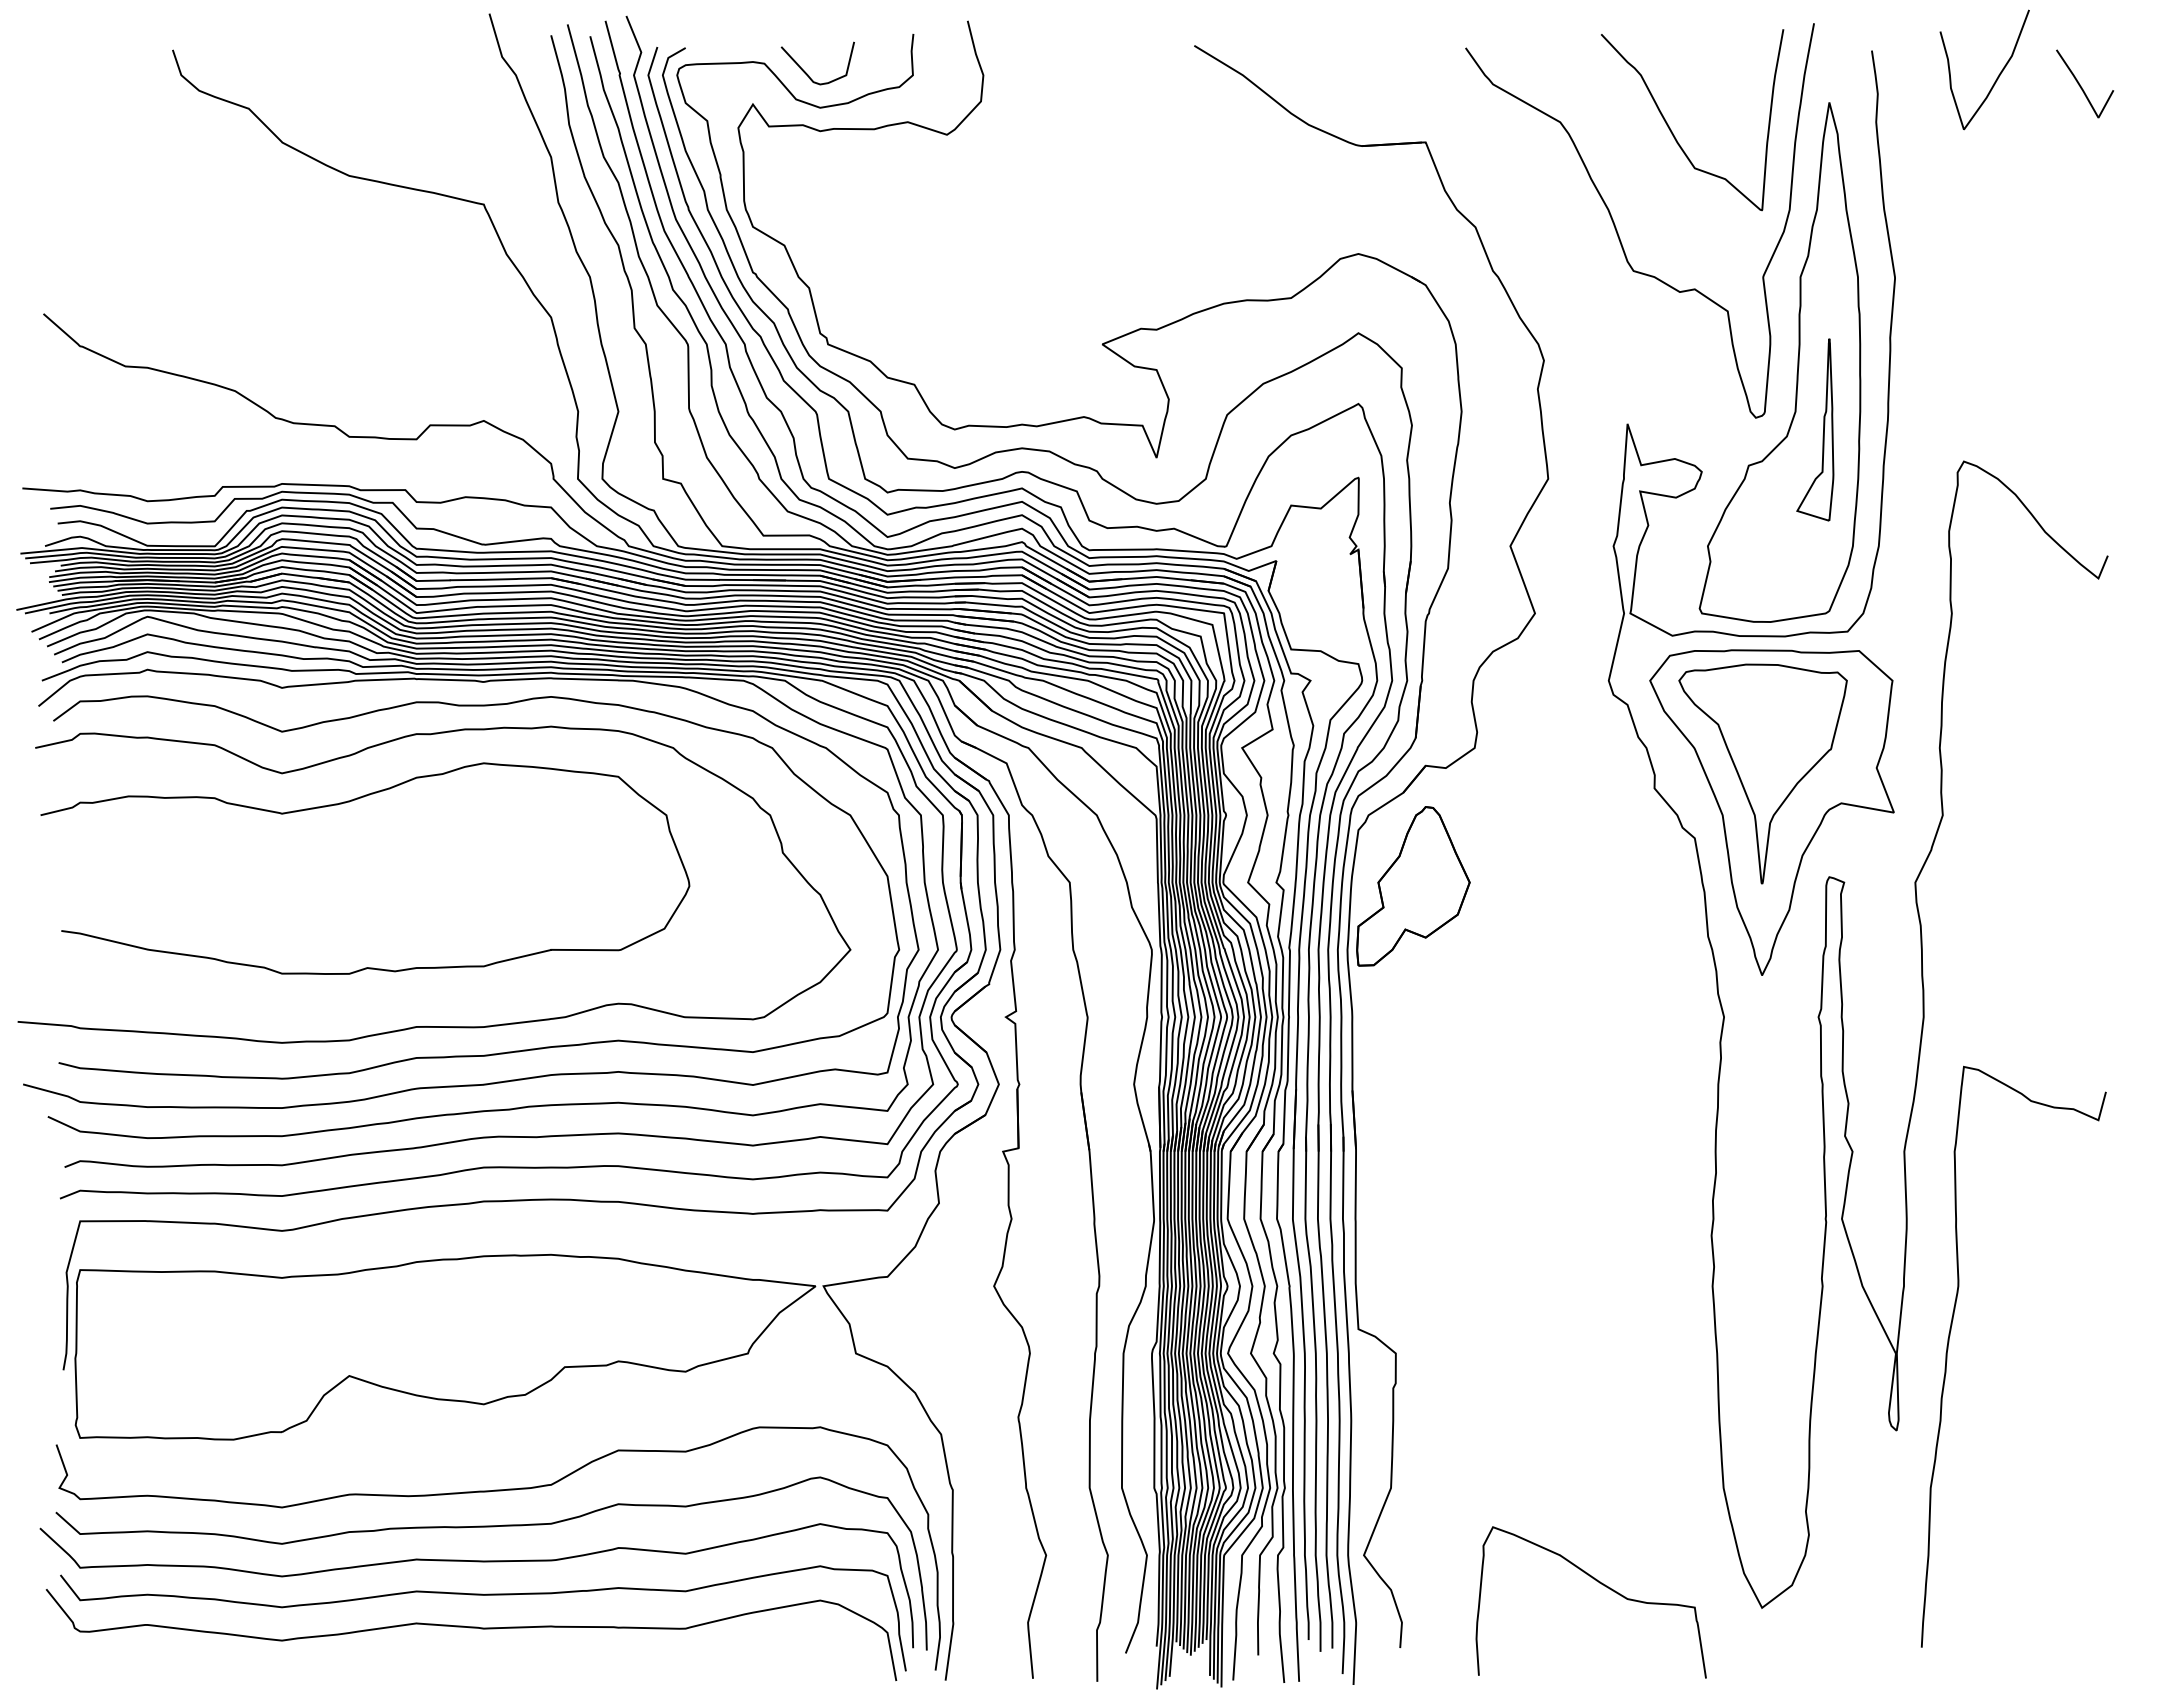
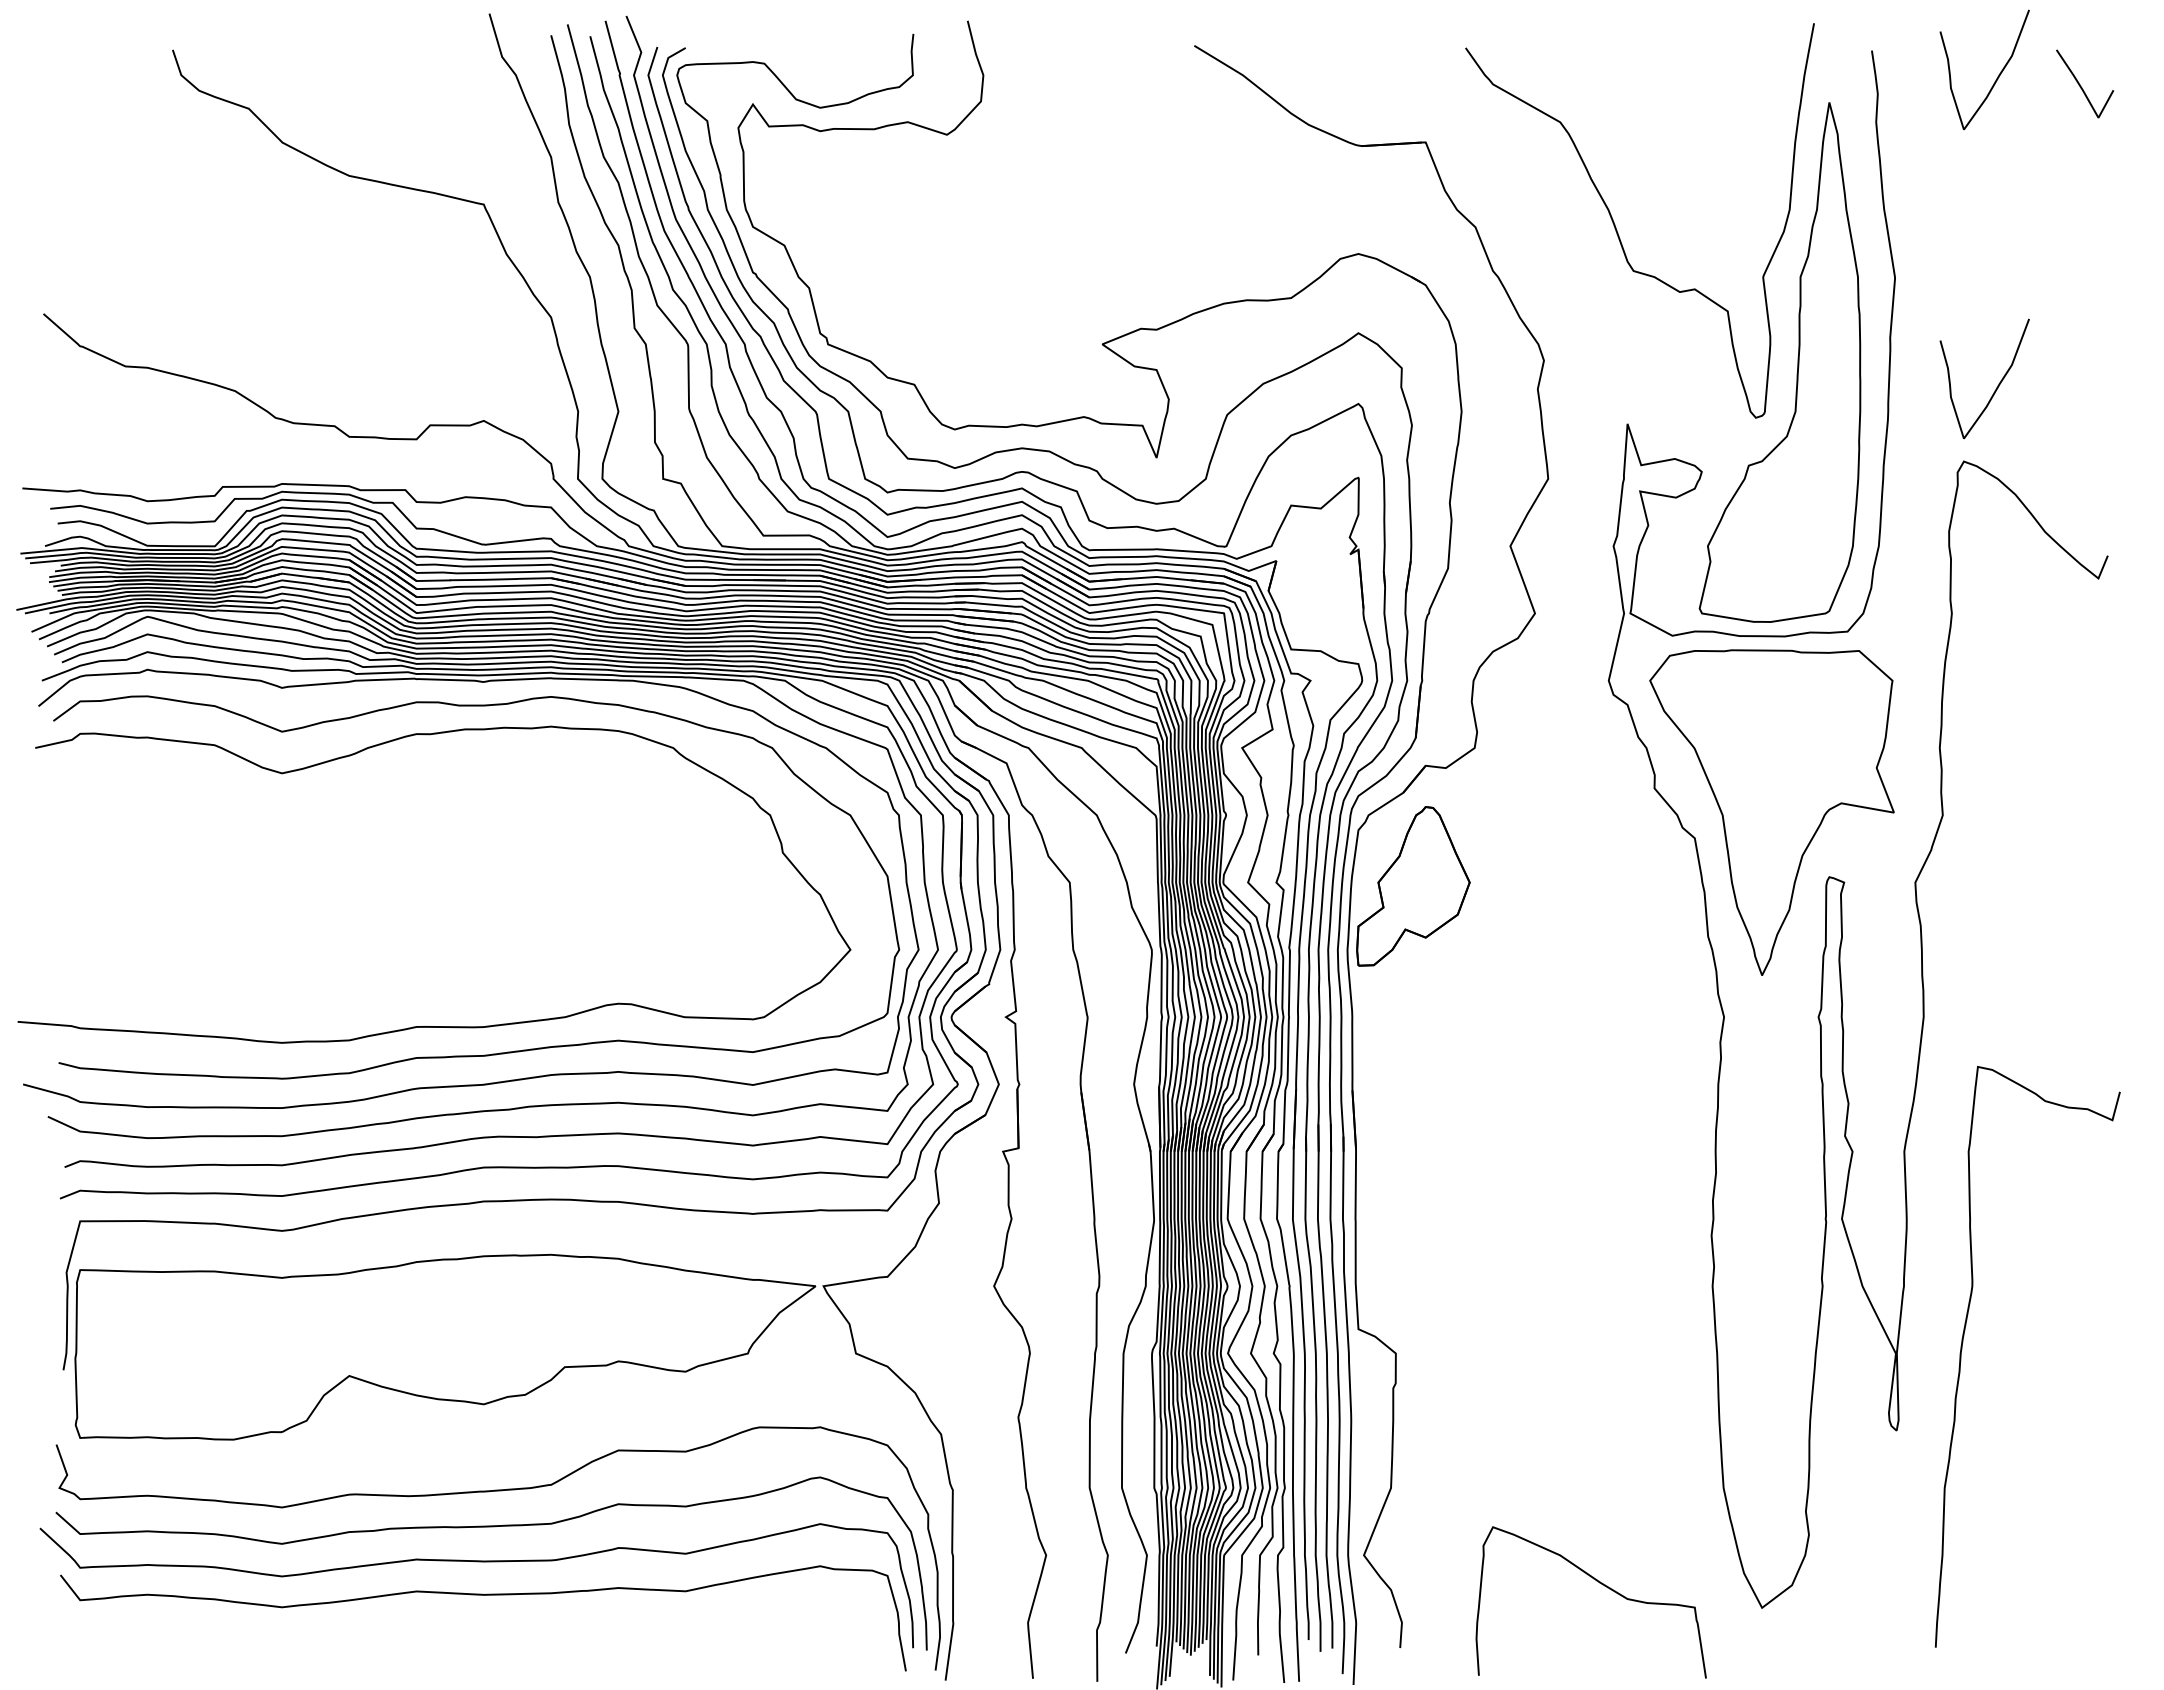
curve at (807, 73): present -> none
curve at (1672, 131): present -> none
curve at (1997, 385): none -> present
part at (1823, 429): present -> none
part at (1762, 773): present -> none
curve at (349, 802): present -> none
curve at (1948, 1349) position: (1948, 1349) -> (1962, 1349)
curve at (471, 1628): present -> none
